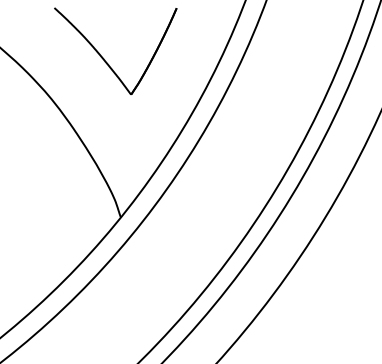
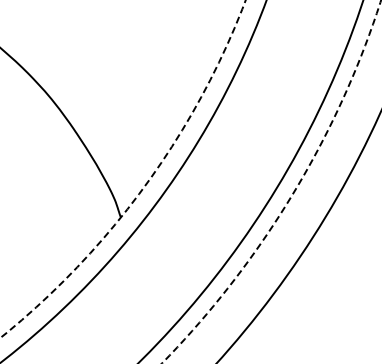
part at (104, 58): present -> none
circle at (122, 168): solid -> dashed
circle at (271, 181): solid -> dashed
